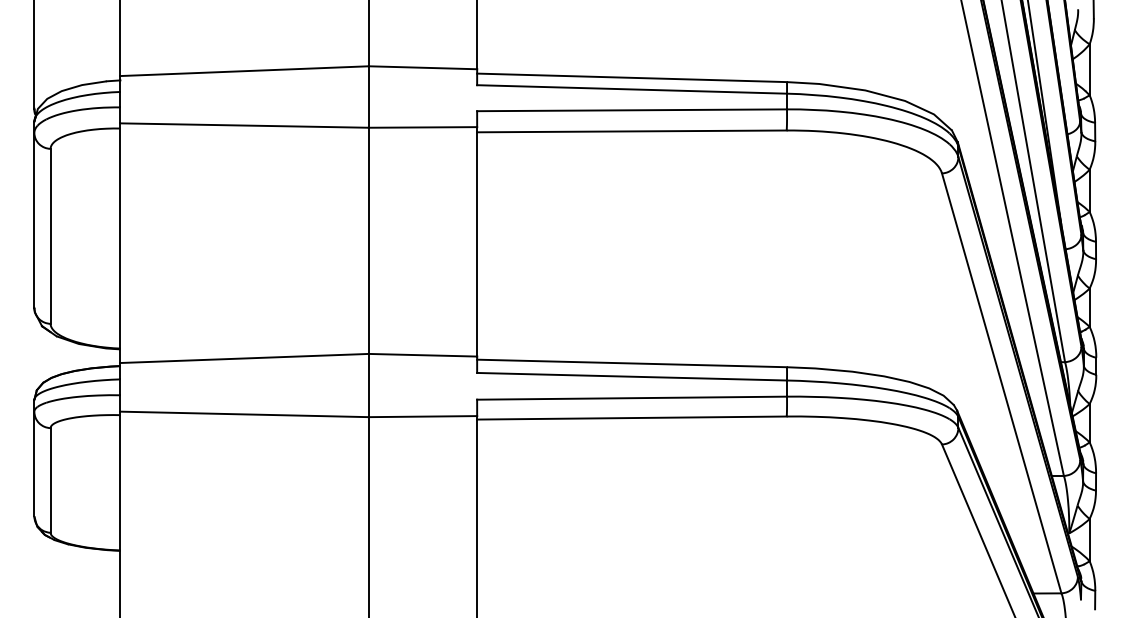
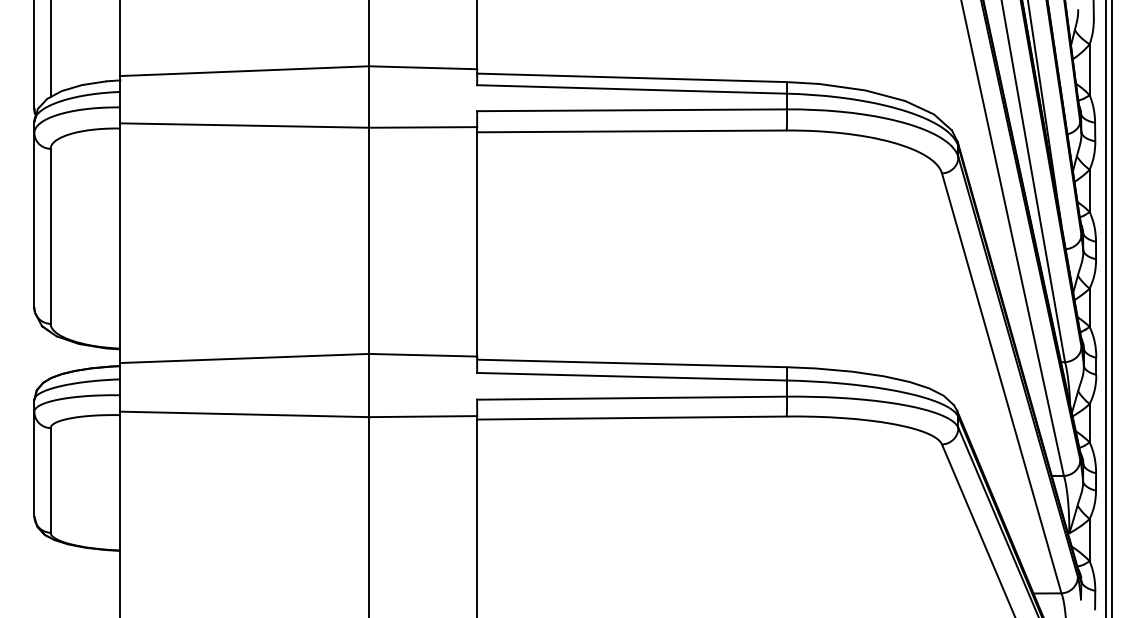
line at (50, 49): none -> present
line at (1105, 308): none -> present
line at (1111, 308): none -> present
